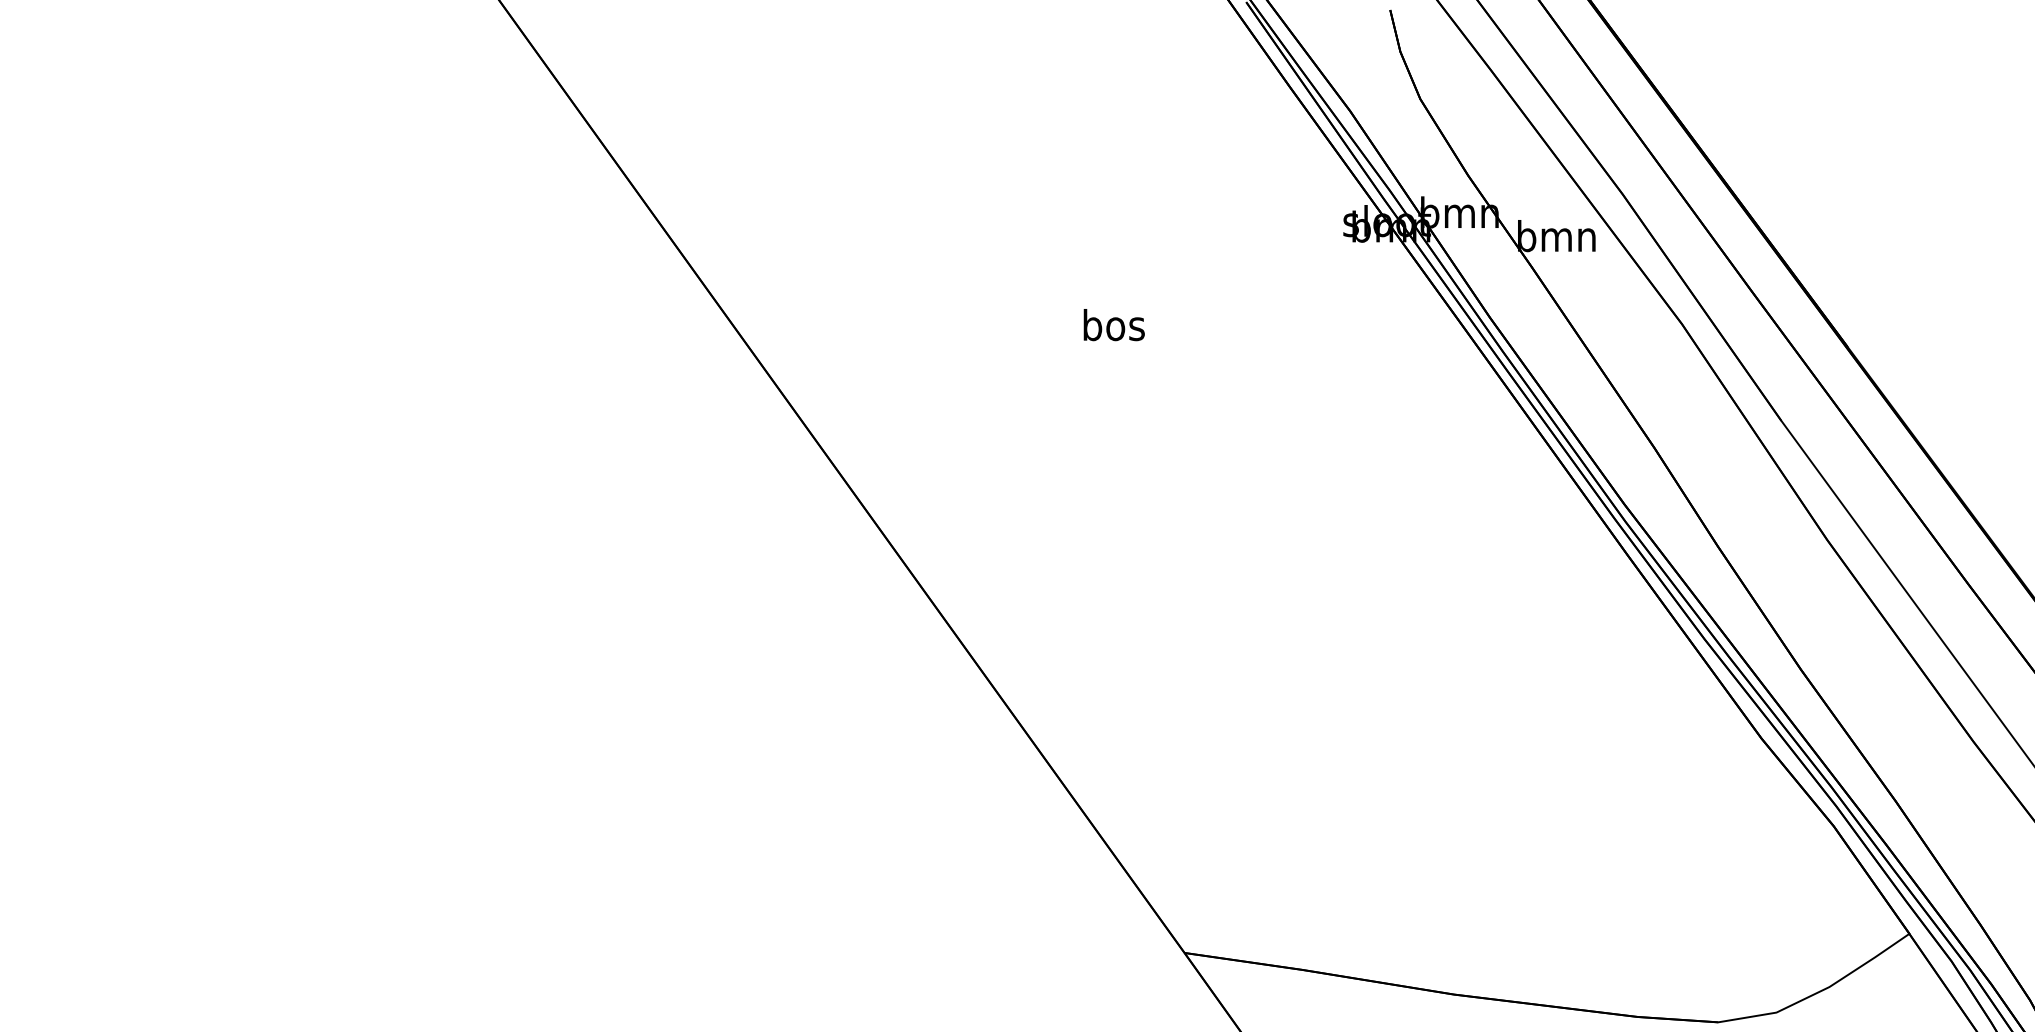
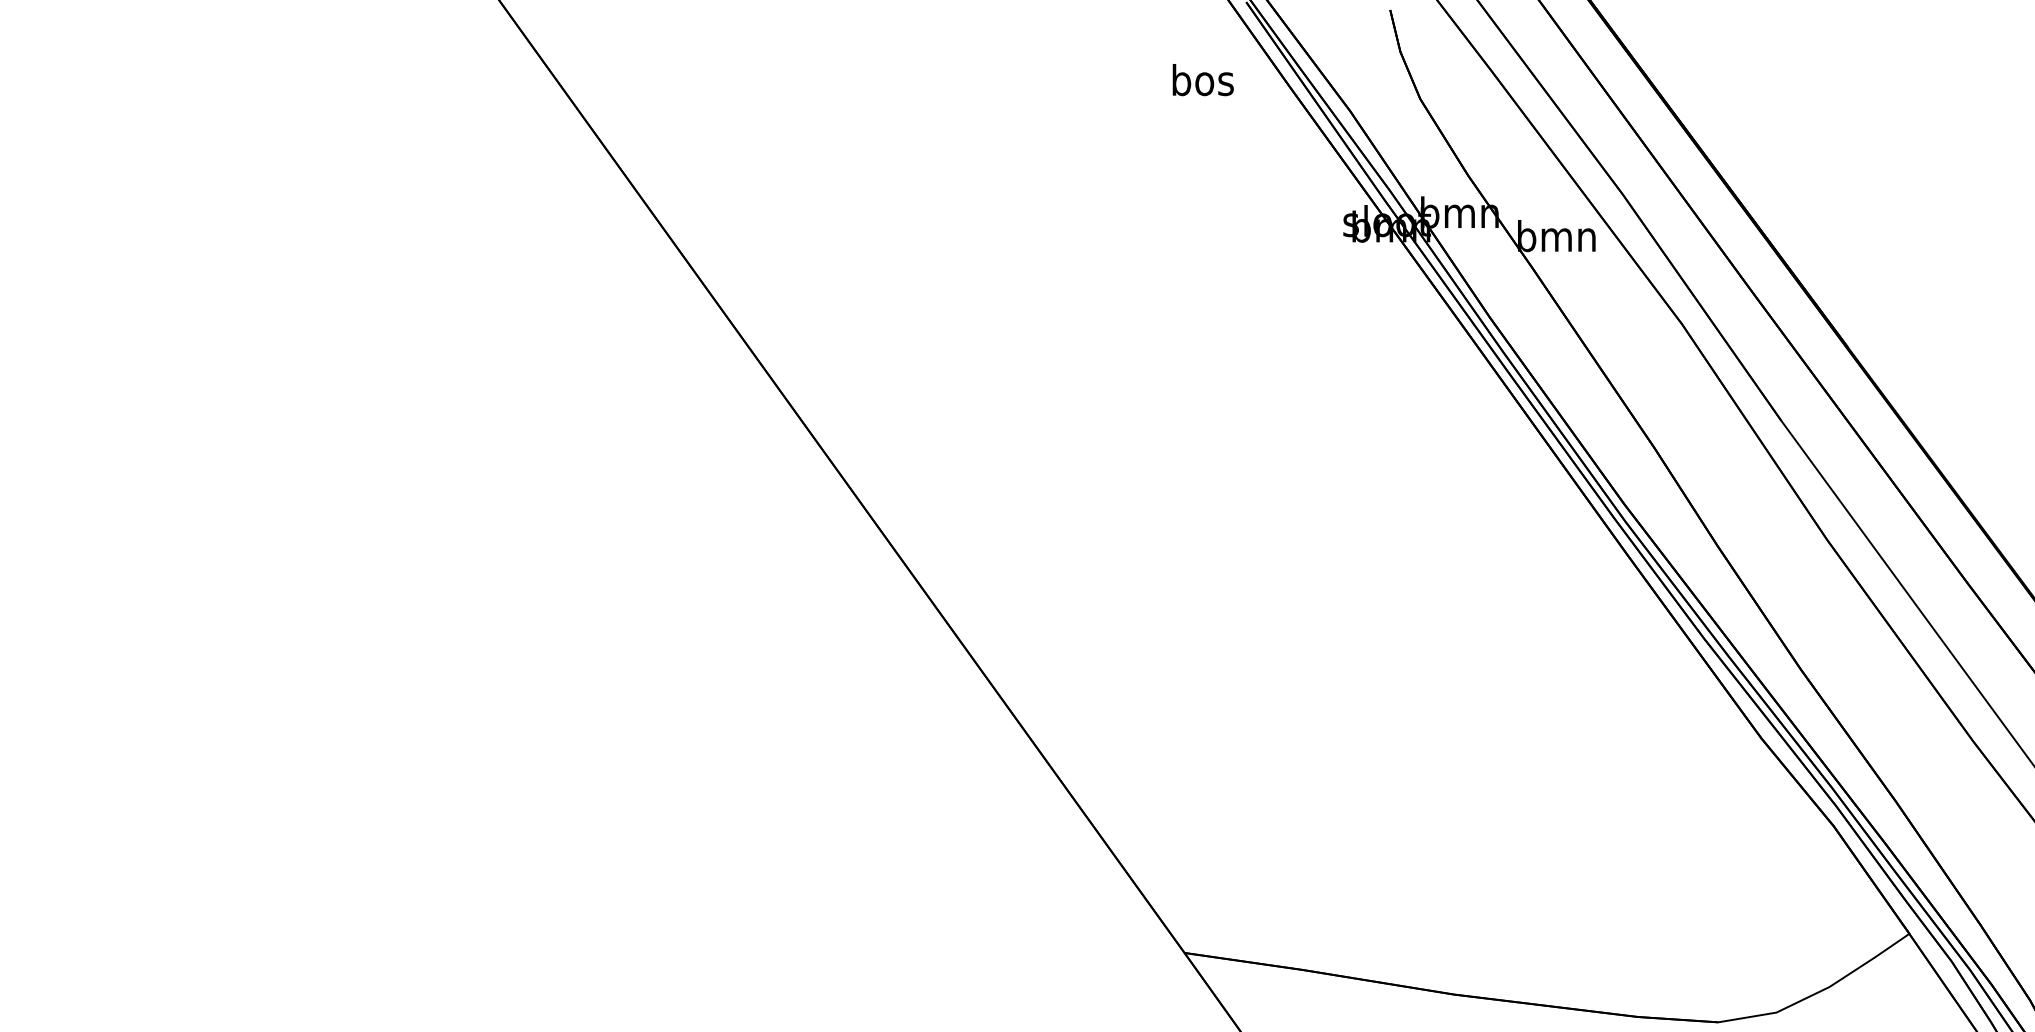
text at (1113, 325) position: (1113, 325) -> (1202, 80)
